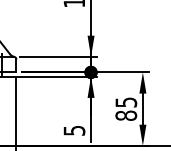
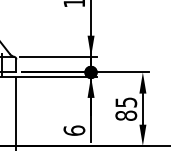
text at (74, 130): 5 -> 6
